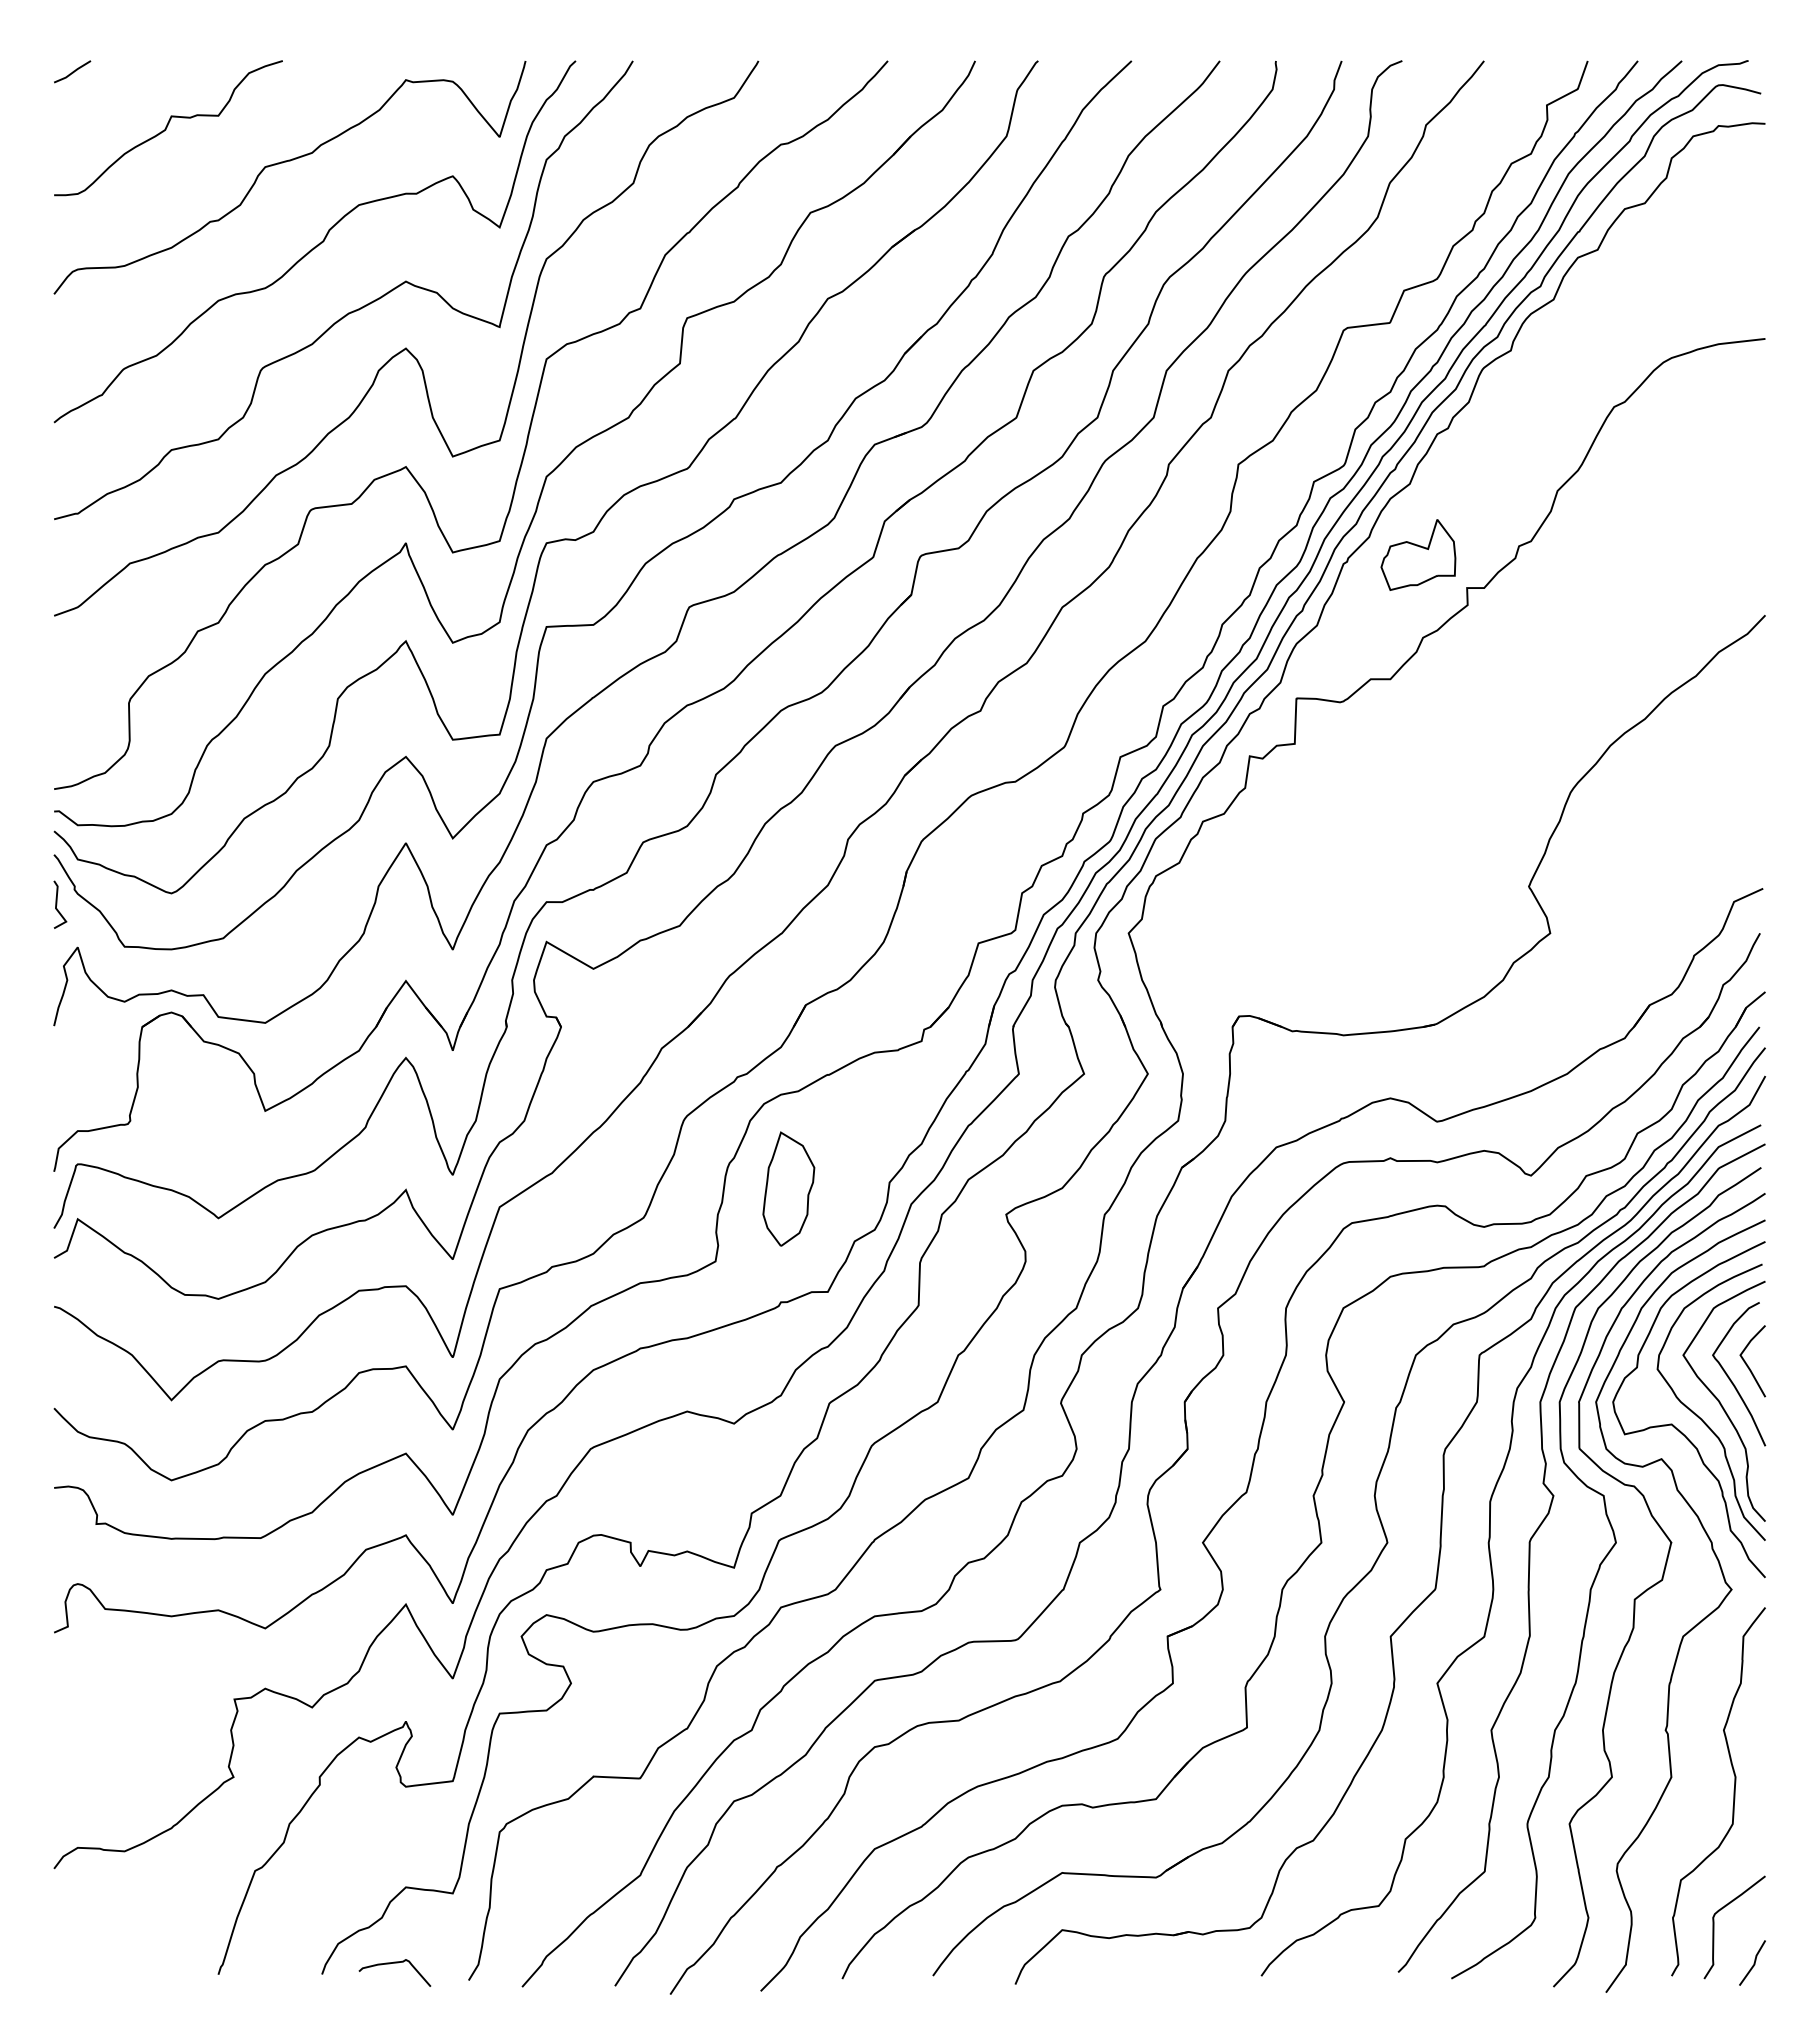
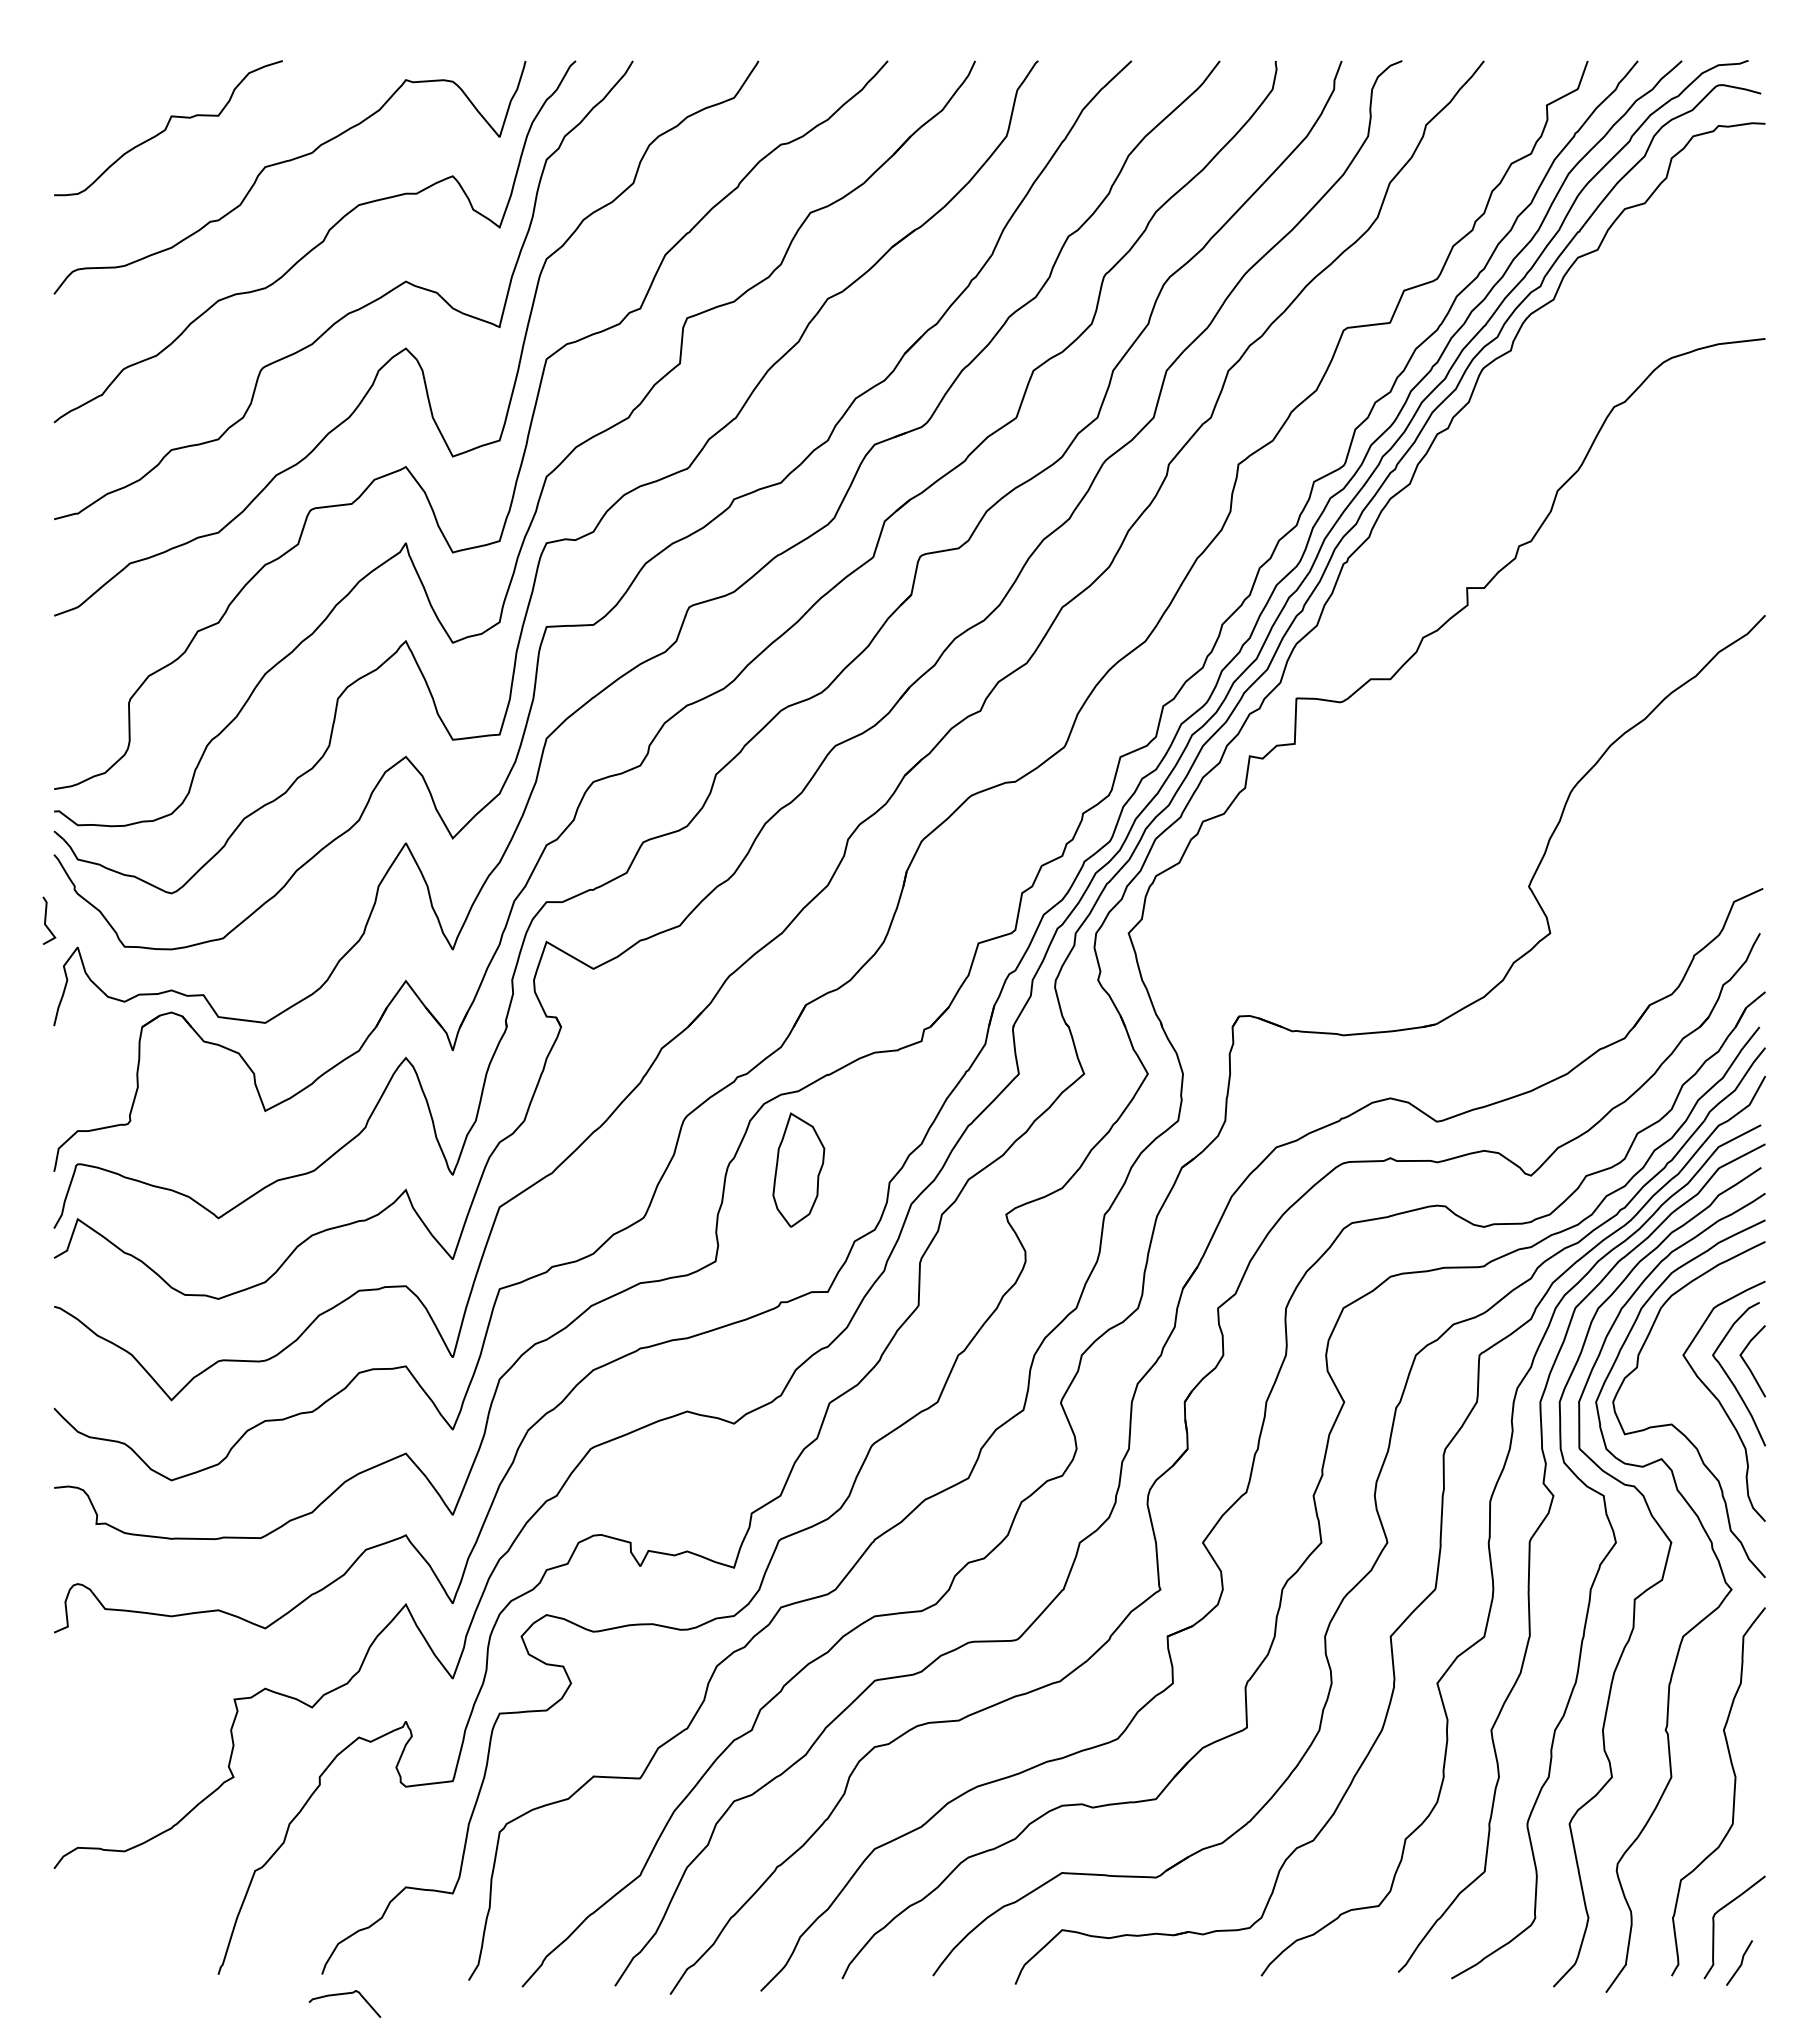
line at (72, 71): present -> none
part at (1418, 554): present -> none
line at (57, 904) position: (57, 904) -> (46, 920)
part at (788, 1188) position: (788, 1188) -> (798, 1169)
curve at (1697, 1414): present -> none
line at (1753, 1963) position: (1753, 1963) -> (1740, 1963)
curve at (390, 1964) position: (390, 1964) -> (340, 1995)
